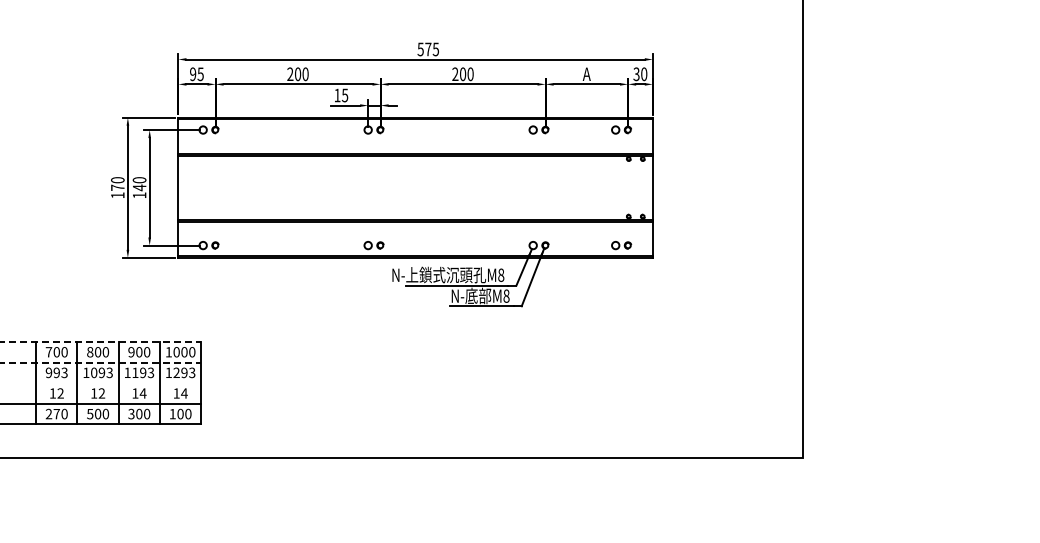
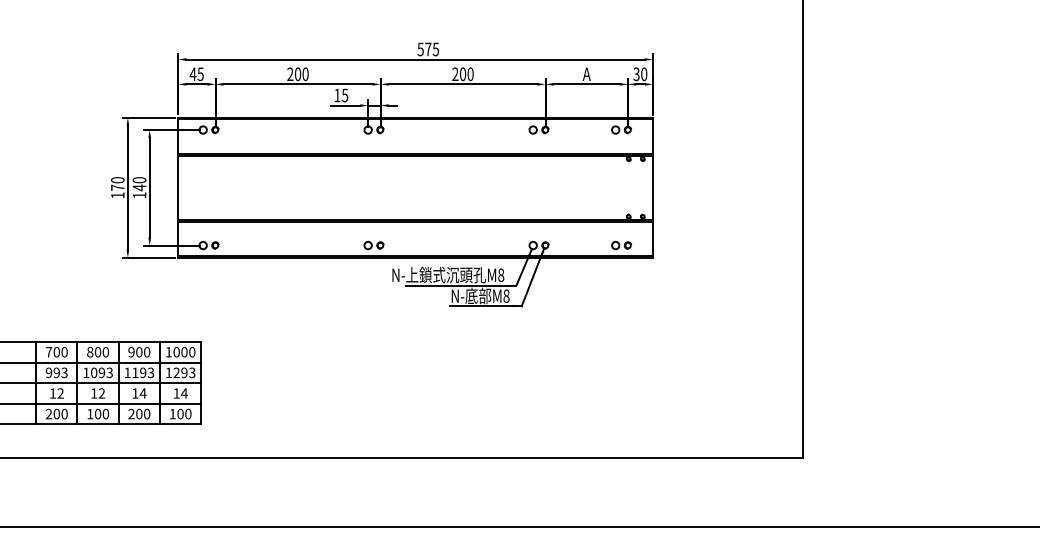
text at (192, 74): 95 -> 45
line at (101, 341): dashed -> solid
line at (101, 362): dashed -> solid
line at (101, 383): none -> present
text at (56, 413): 270 -> 200
text at (90, 414): 500 -> 100
text at (131, 414): 300 -> 200
line at (519, 526): none -> present
